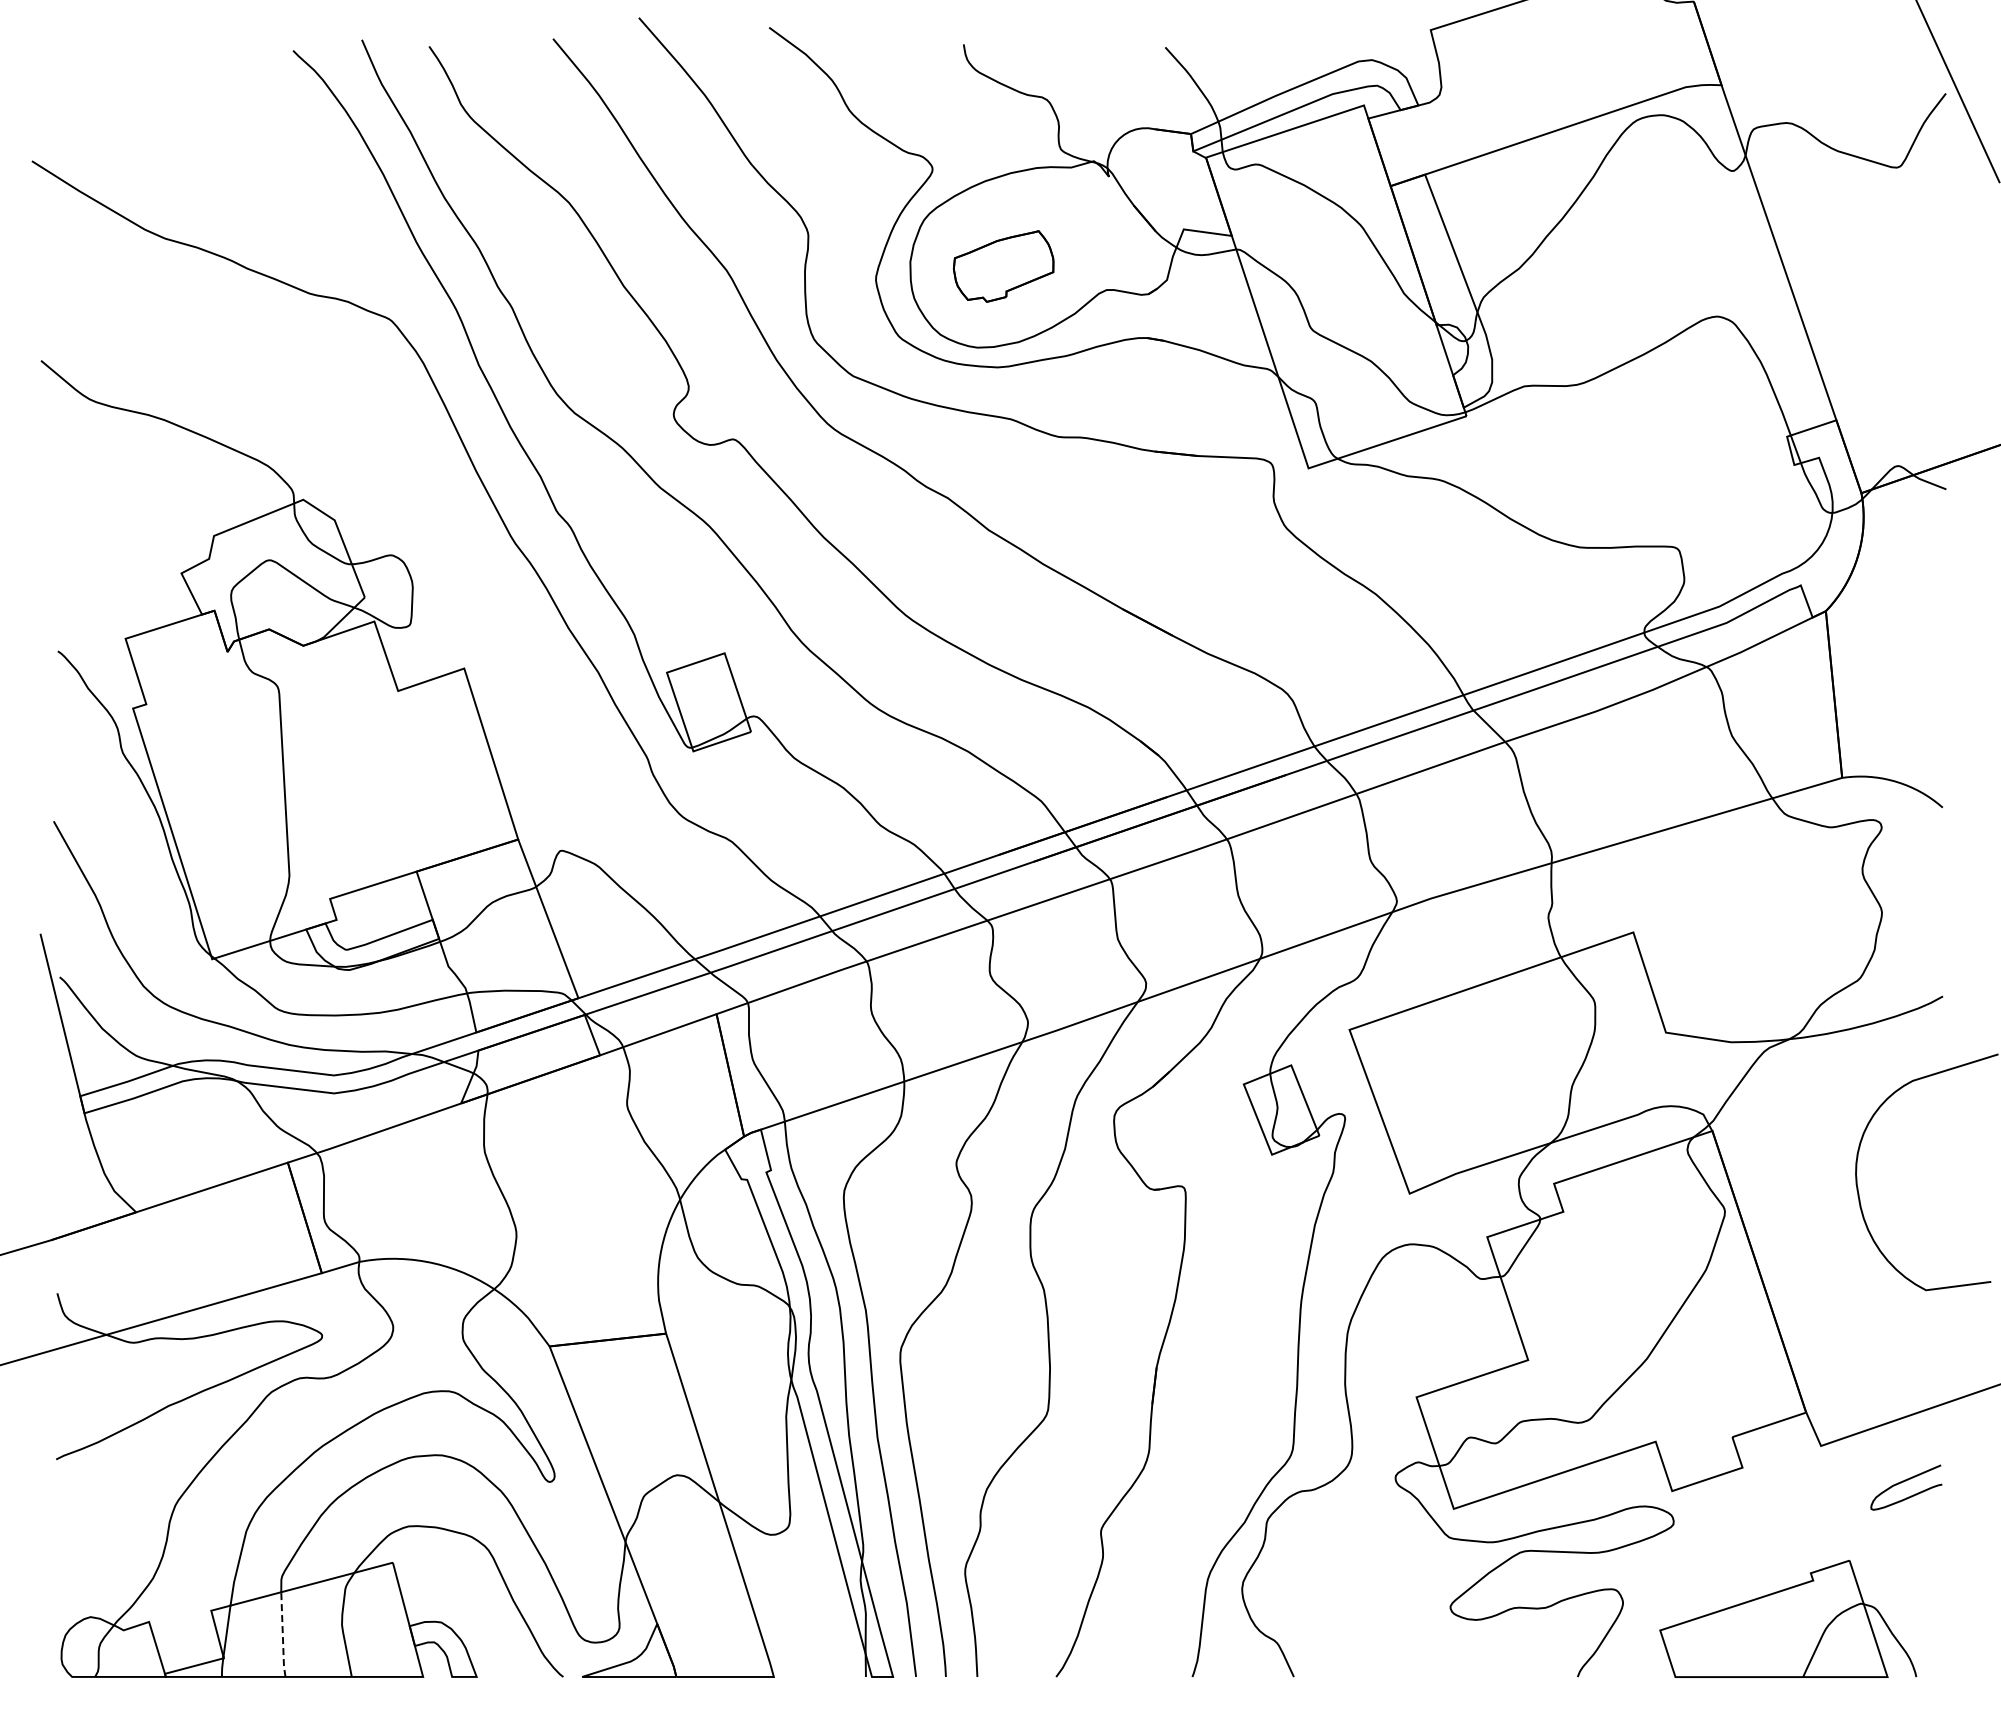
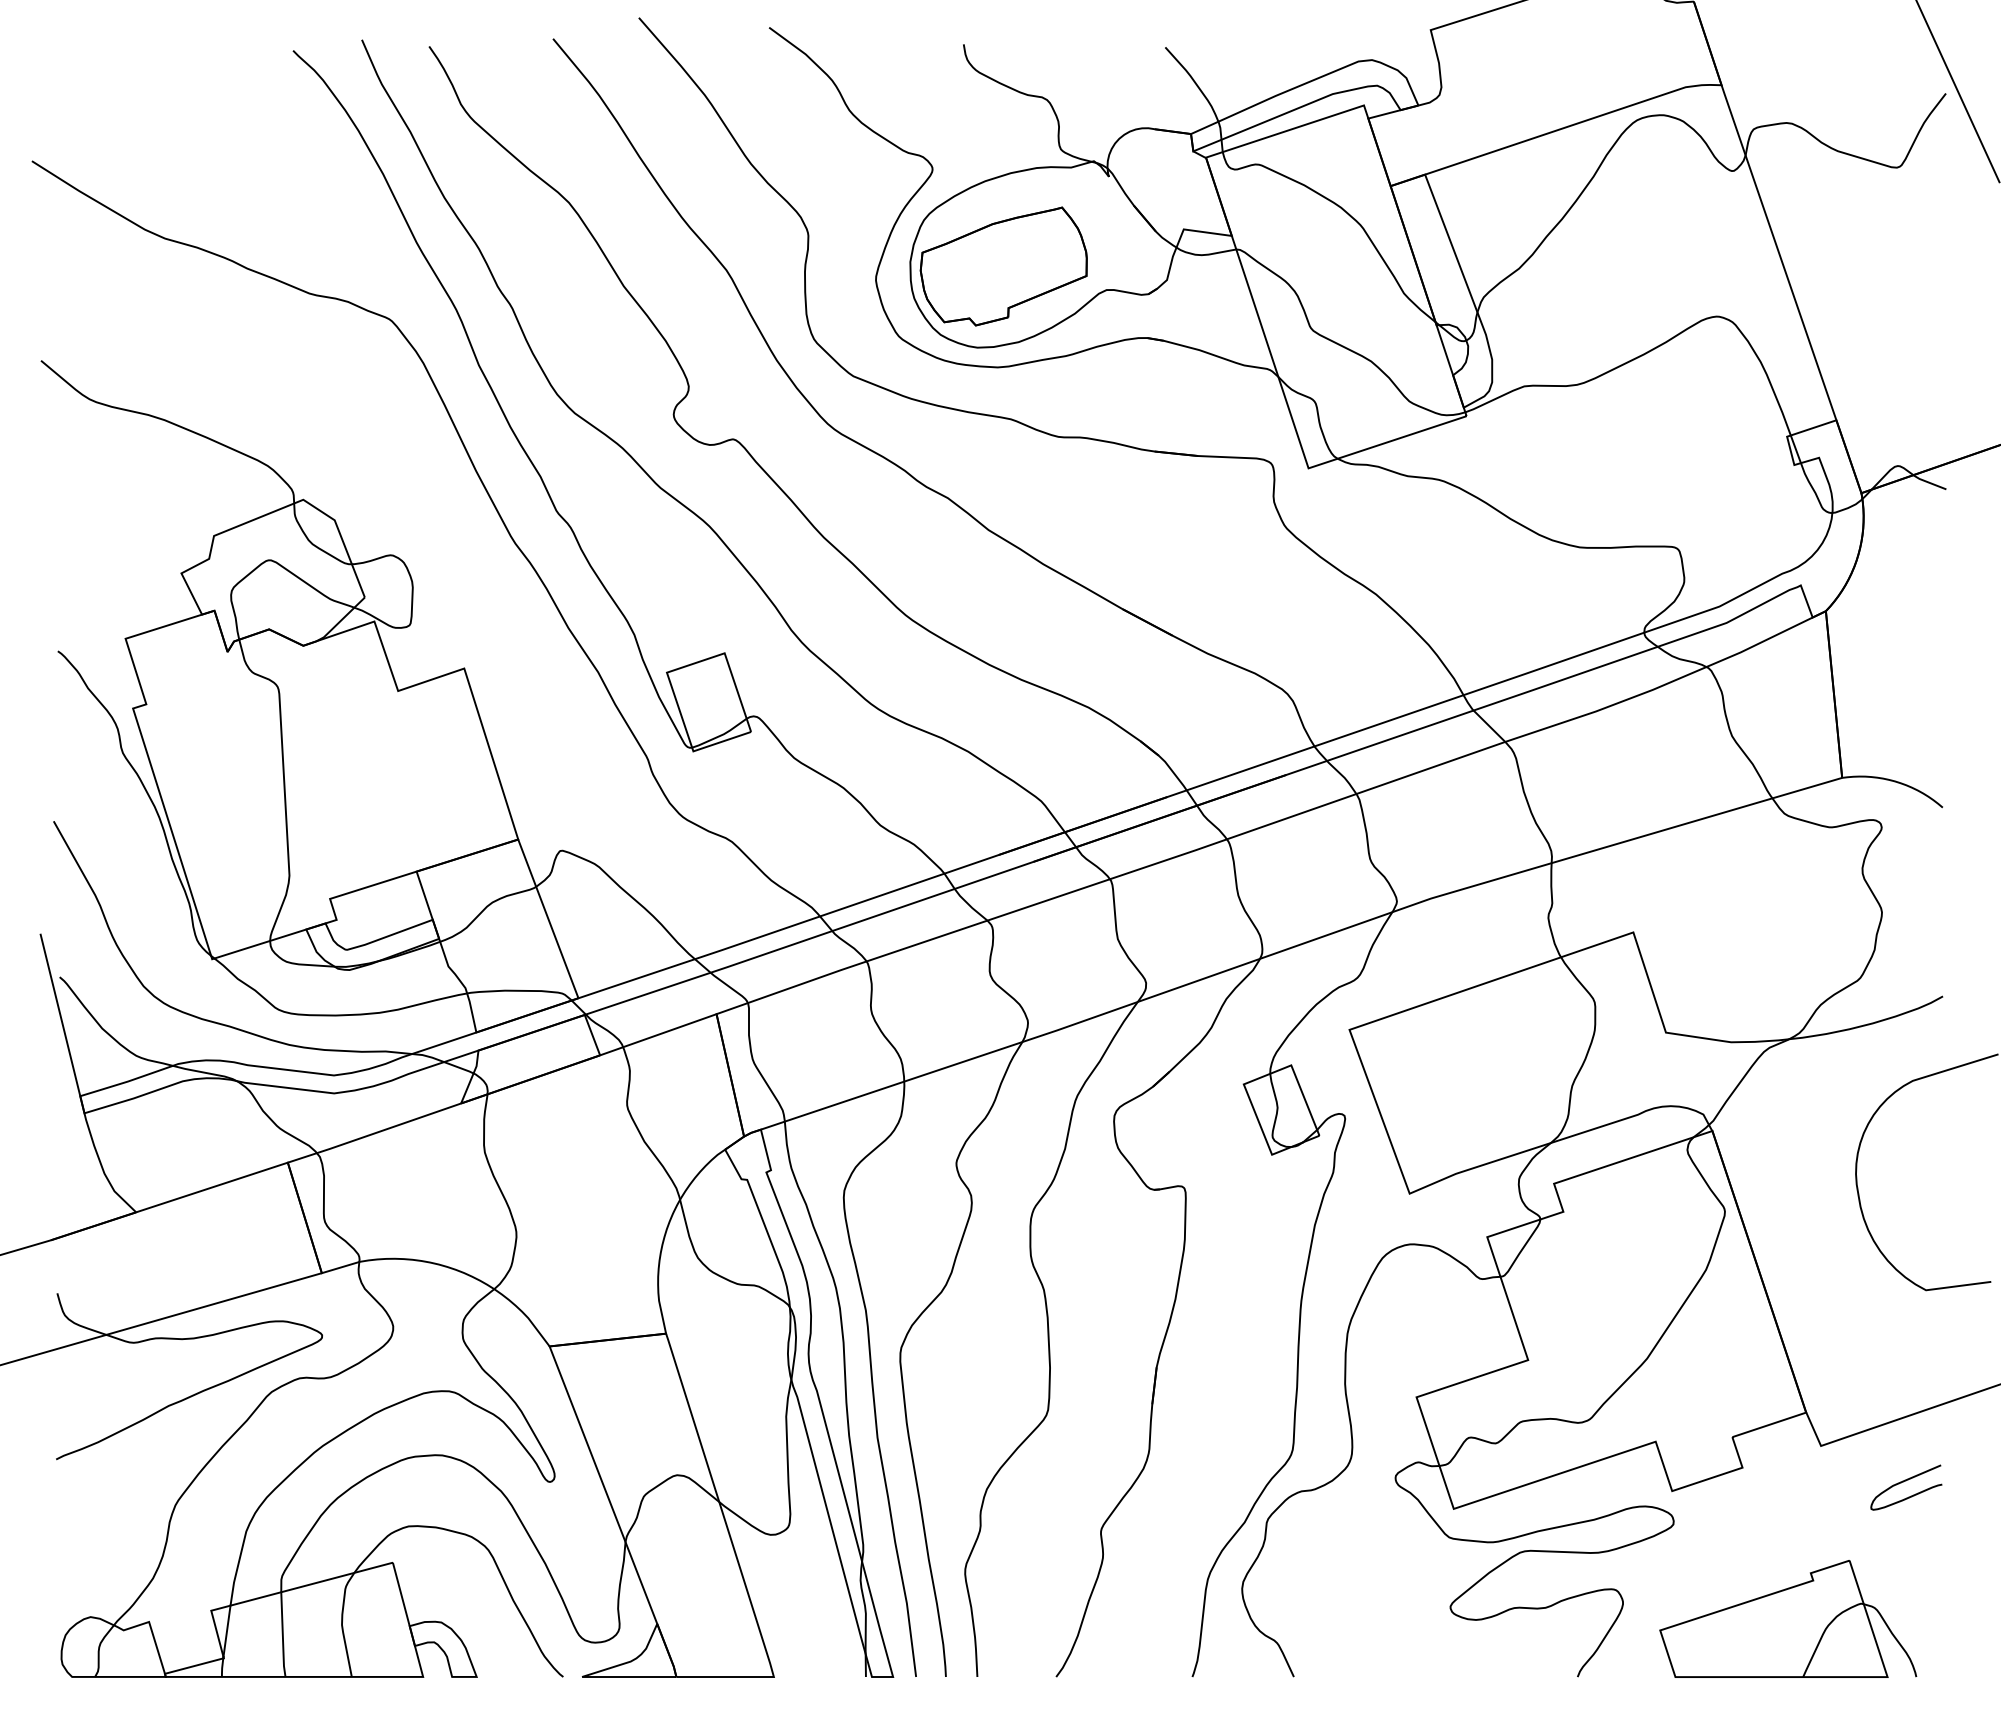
part at (1003, 266) size: 103x73 px -> 169x121 px
line at (282, 1634): dashed -> solid
